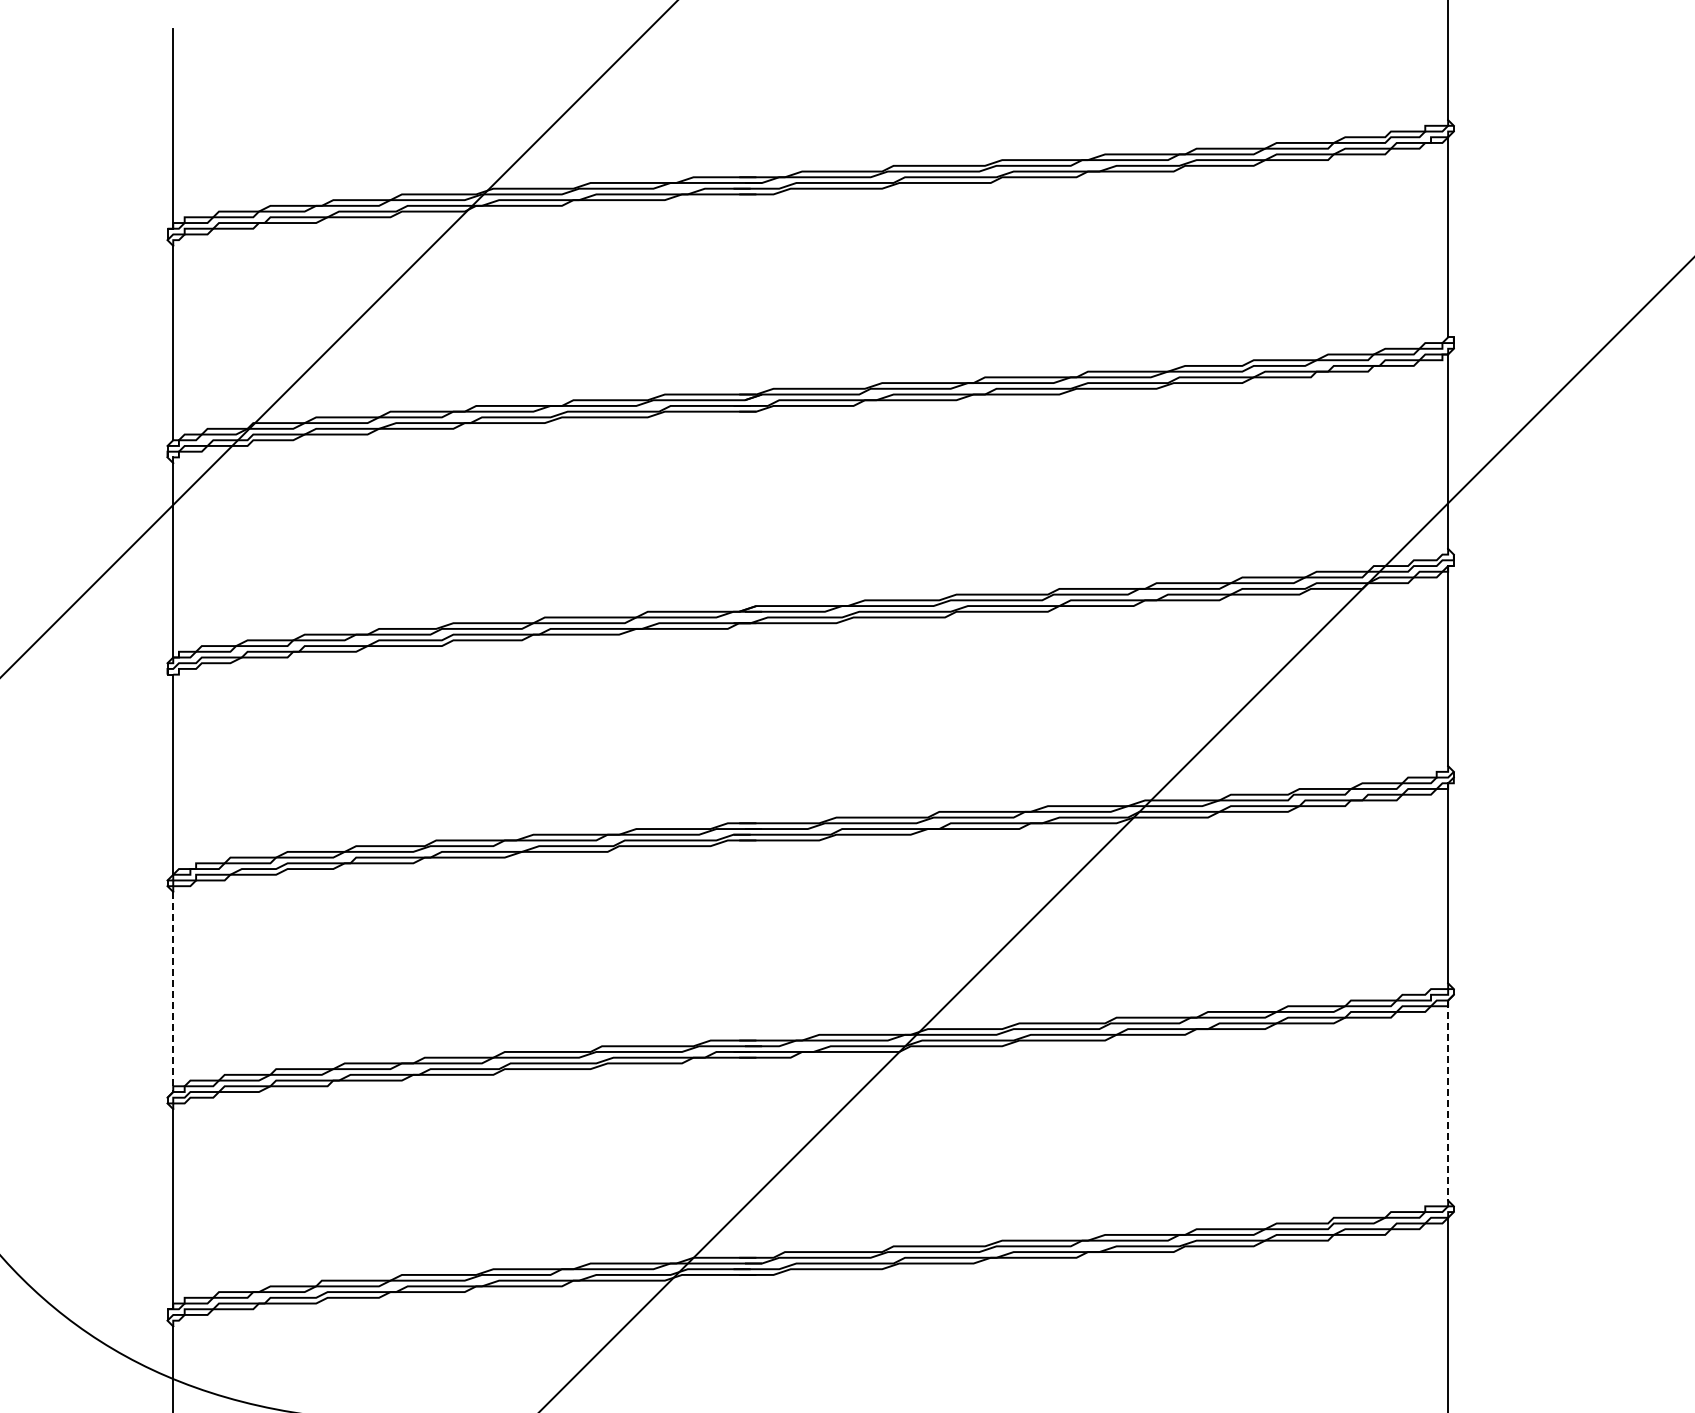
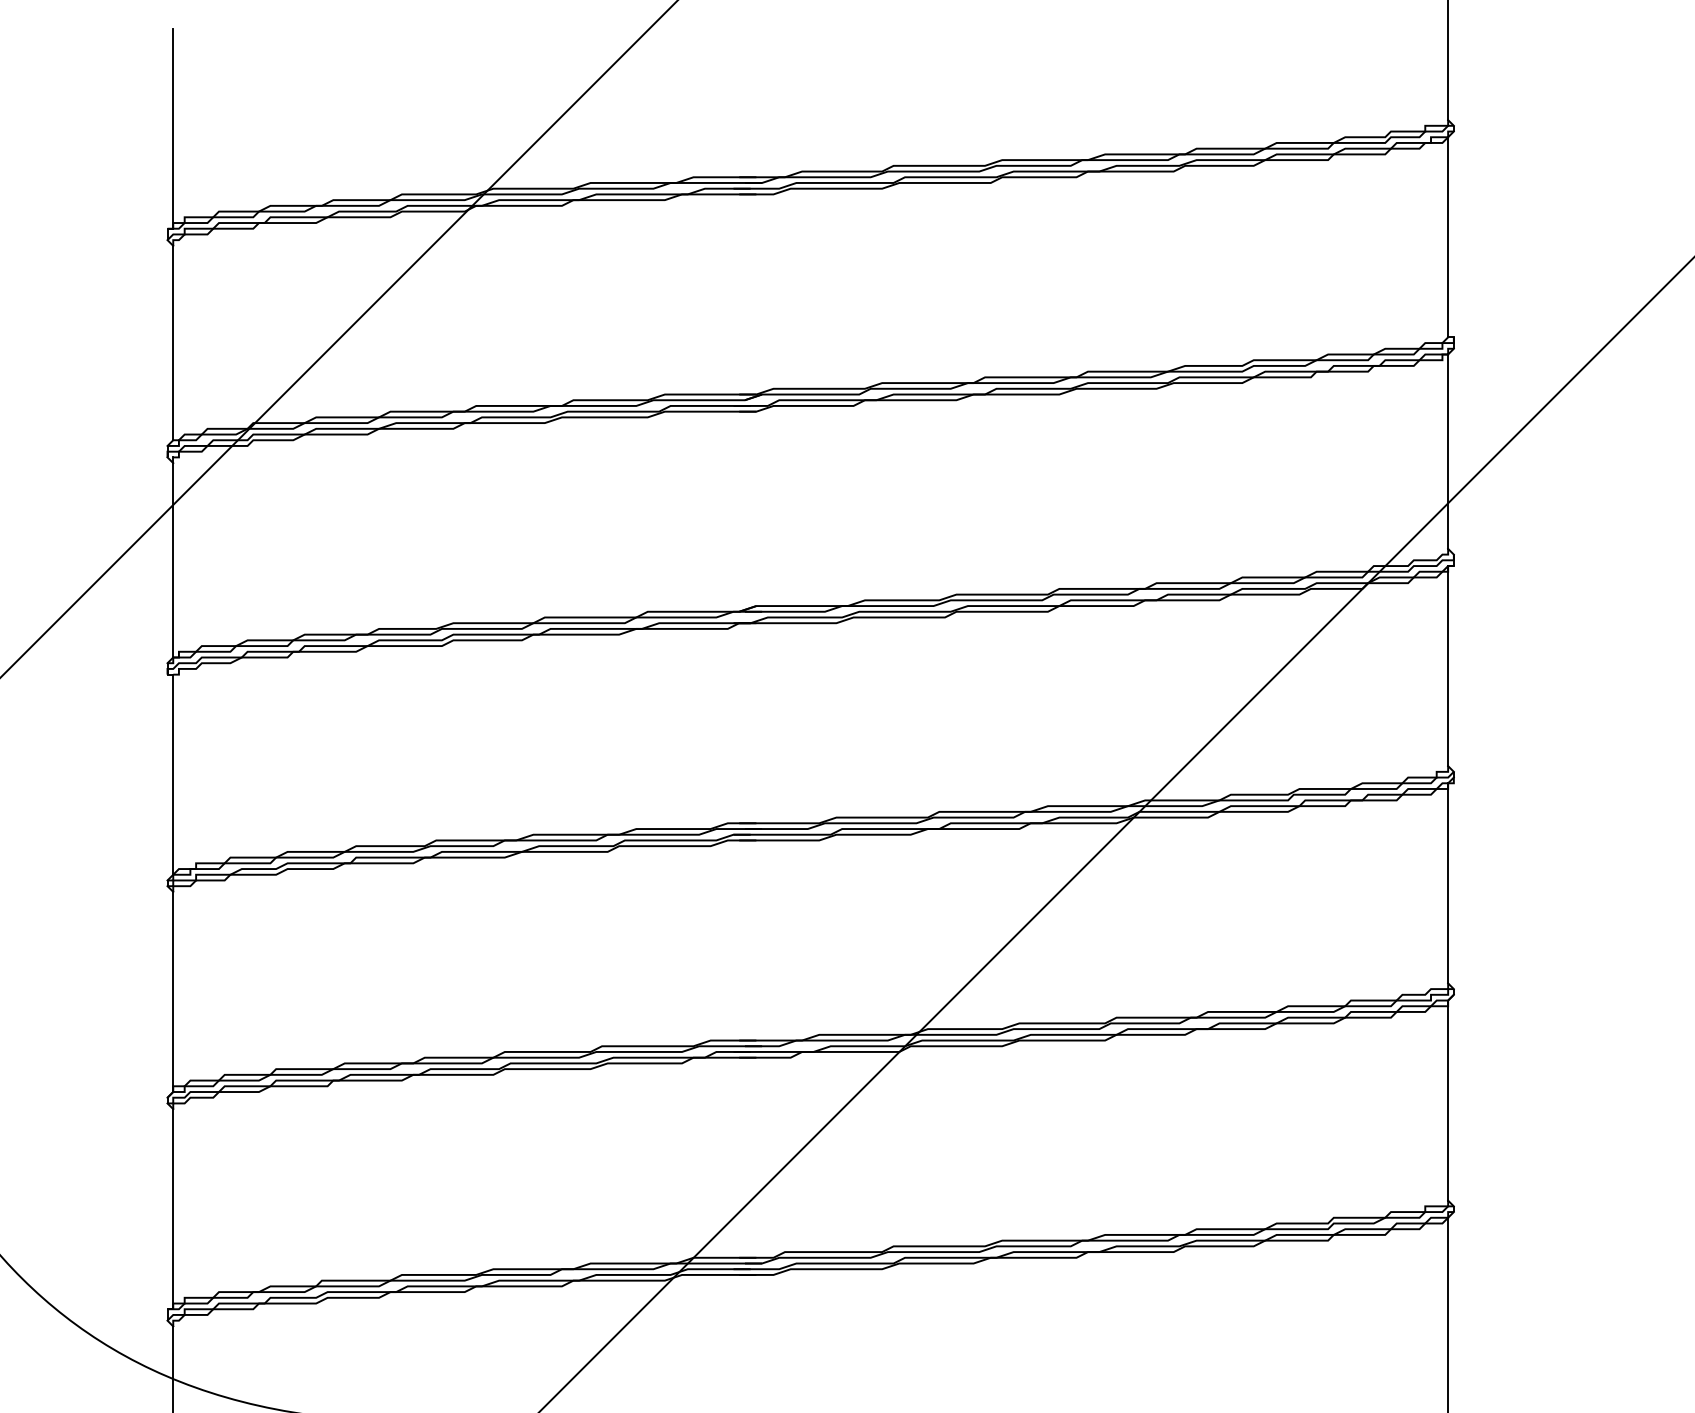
line at (173, 992): dashed -> solid
line at (1448, 1101): dashed -> solid
